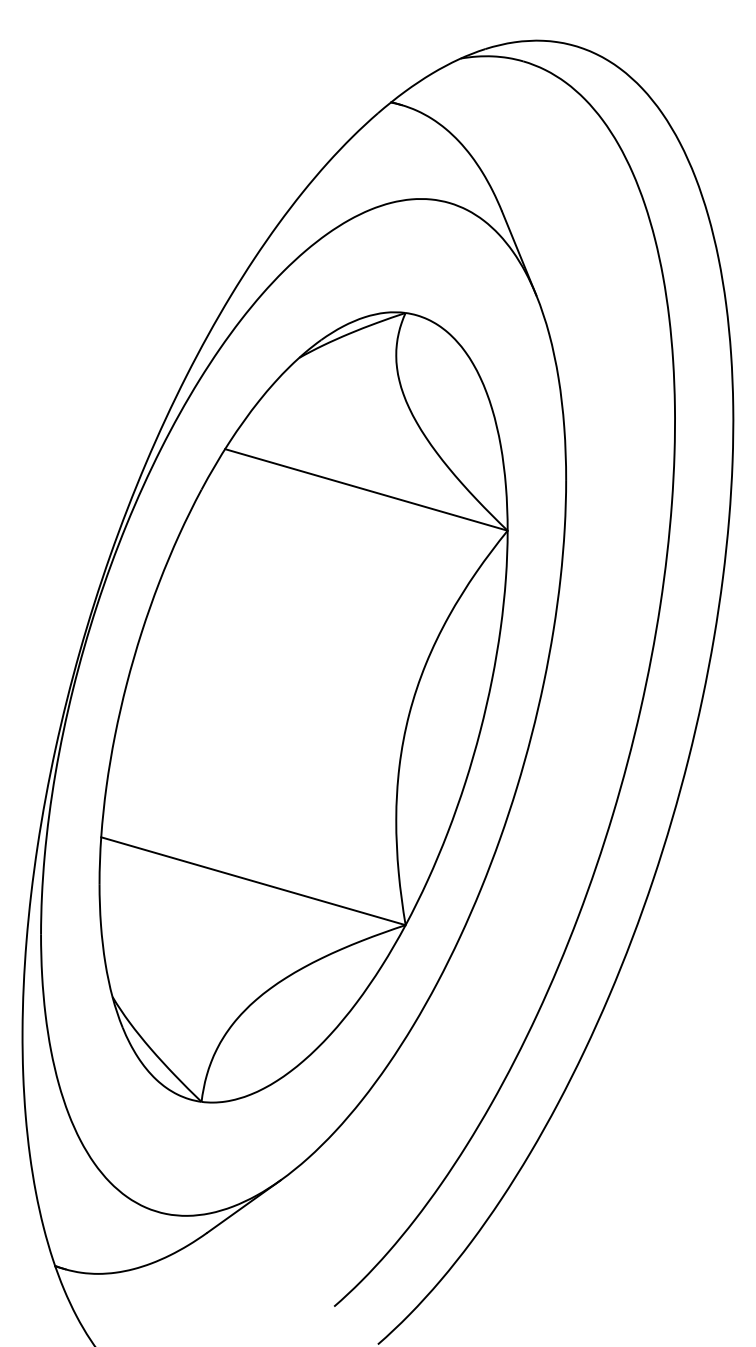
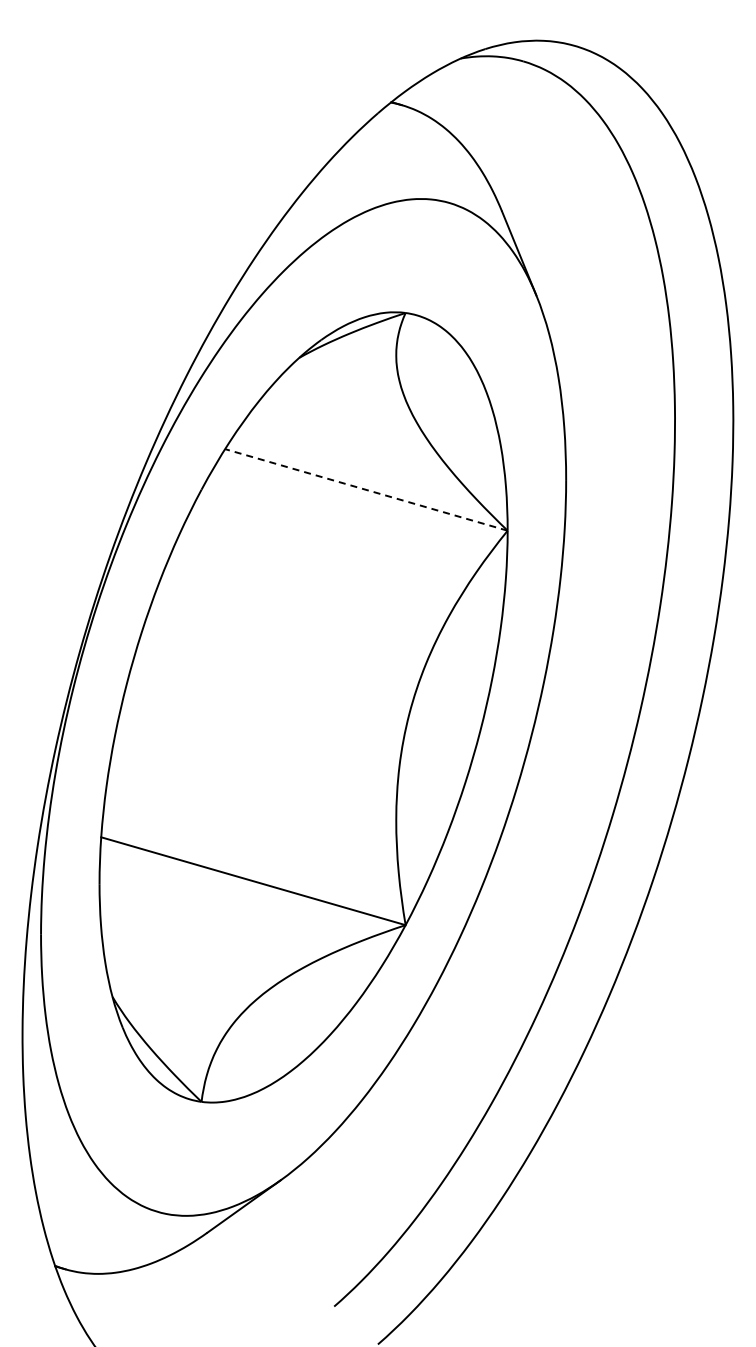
line at (365, 489): solid -> dashed
